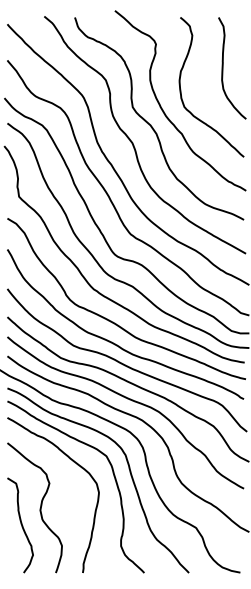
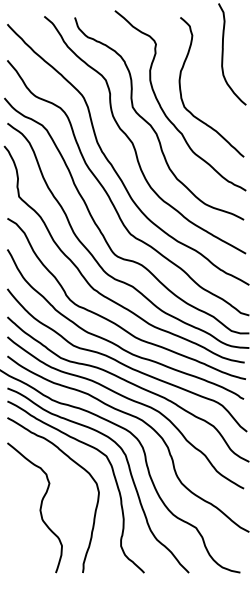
curve at (223, 68) position: (223, 68) -> (223, 54)
curve at (20, 524): present -> none
